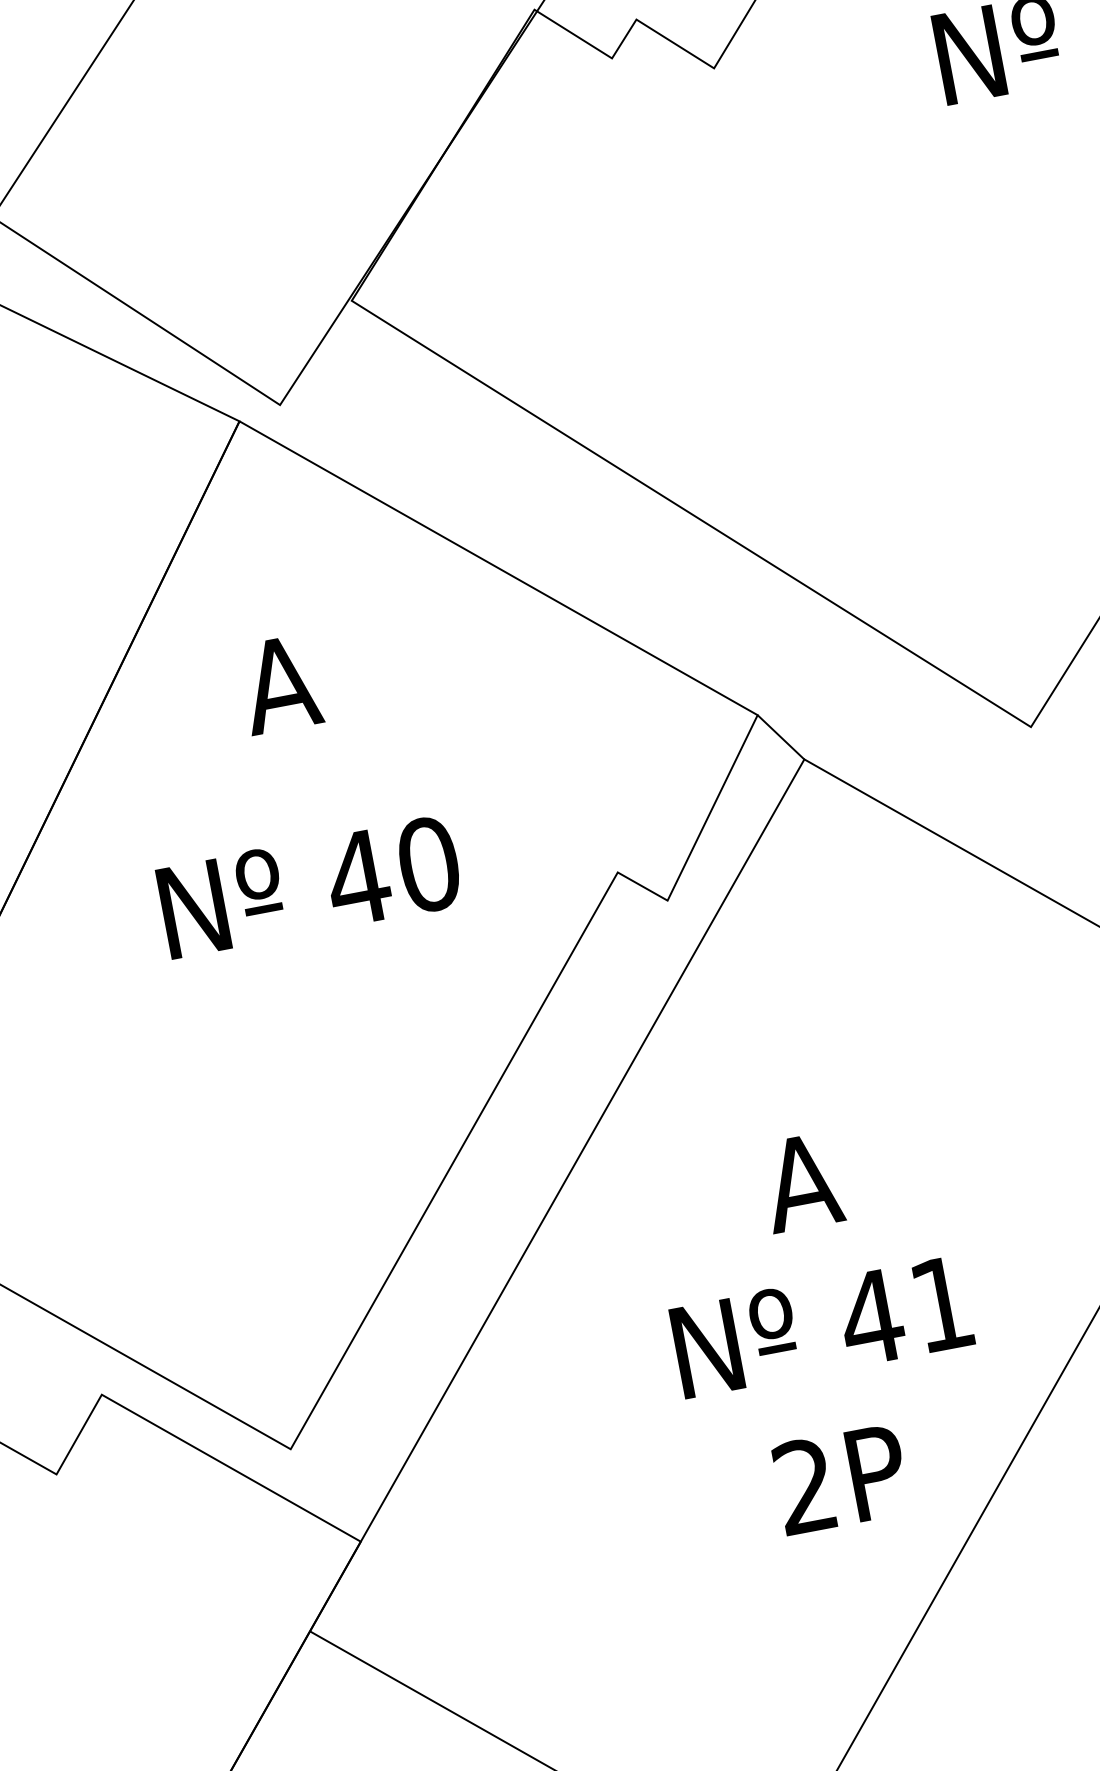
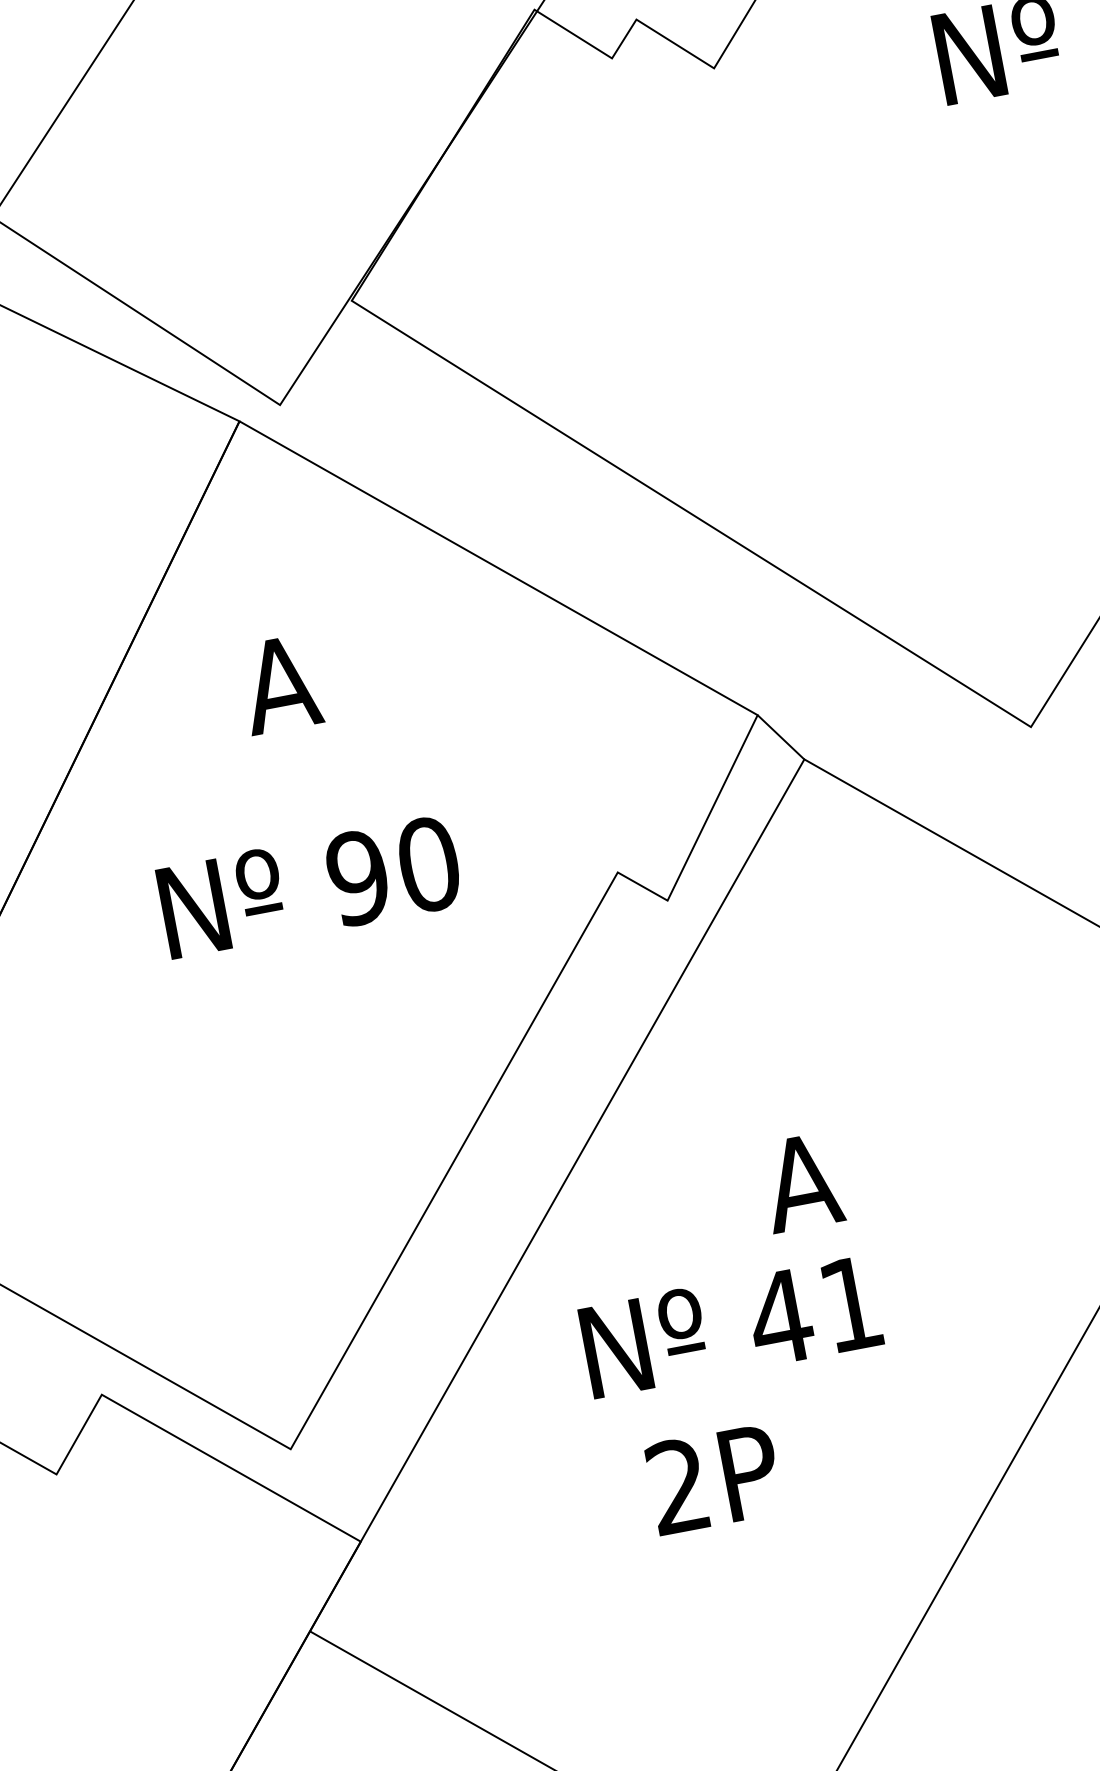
text at (358, 877): 40 -> 90
text at (821, 1328) position: (821, 1328) -> (730, 1328)
text at (836, 1481) position: (836, 1481) -> (709, 1481)
